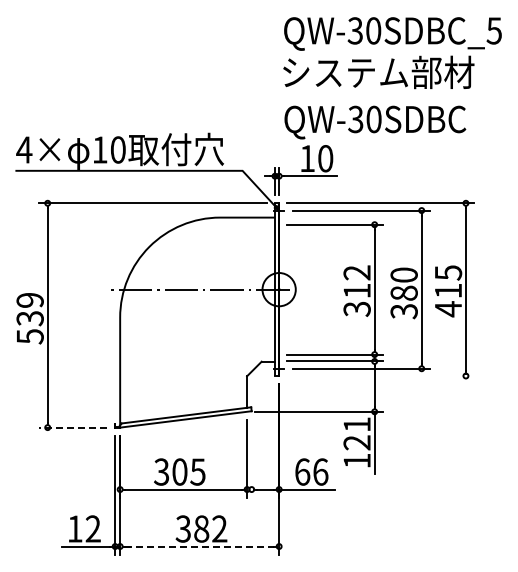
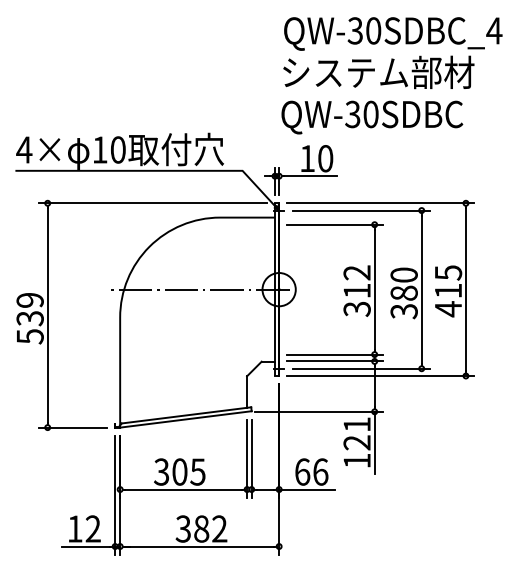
text at (494, 30): QW-30SDBC_5 -> QW-30SDBC_4
text at (375, 122) position: (375, 122) -> (372, 117)
line at (380, 376): none -> present
line at (73, 427): dashed -> solid
line at (251, 458): none -> present
line at (200, 546): dashed -> solid
